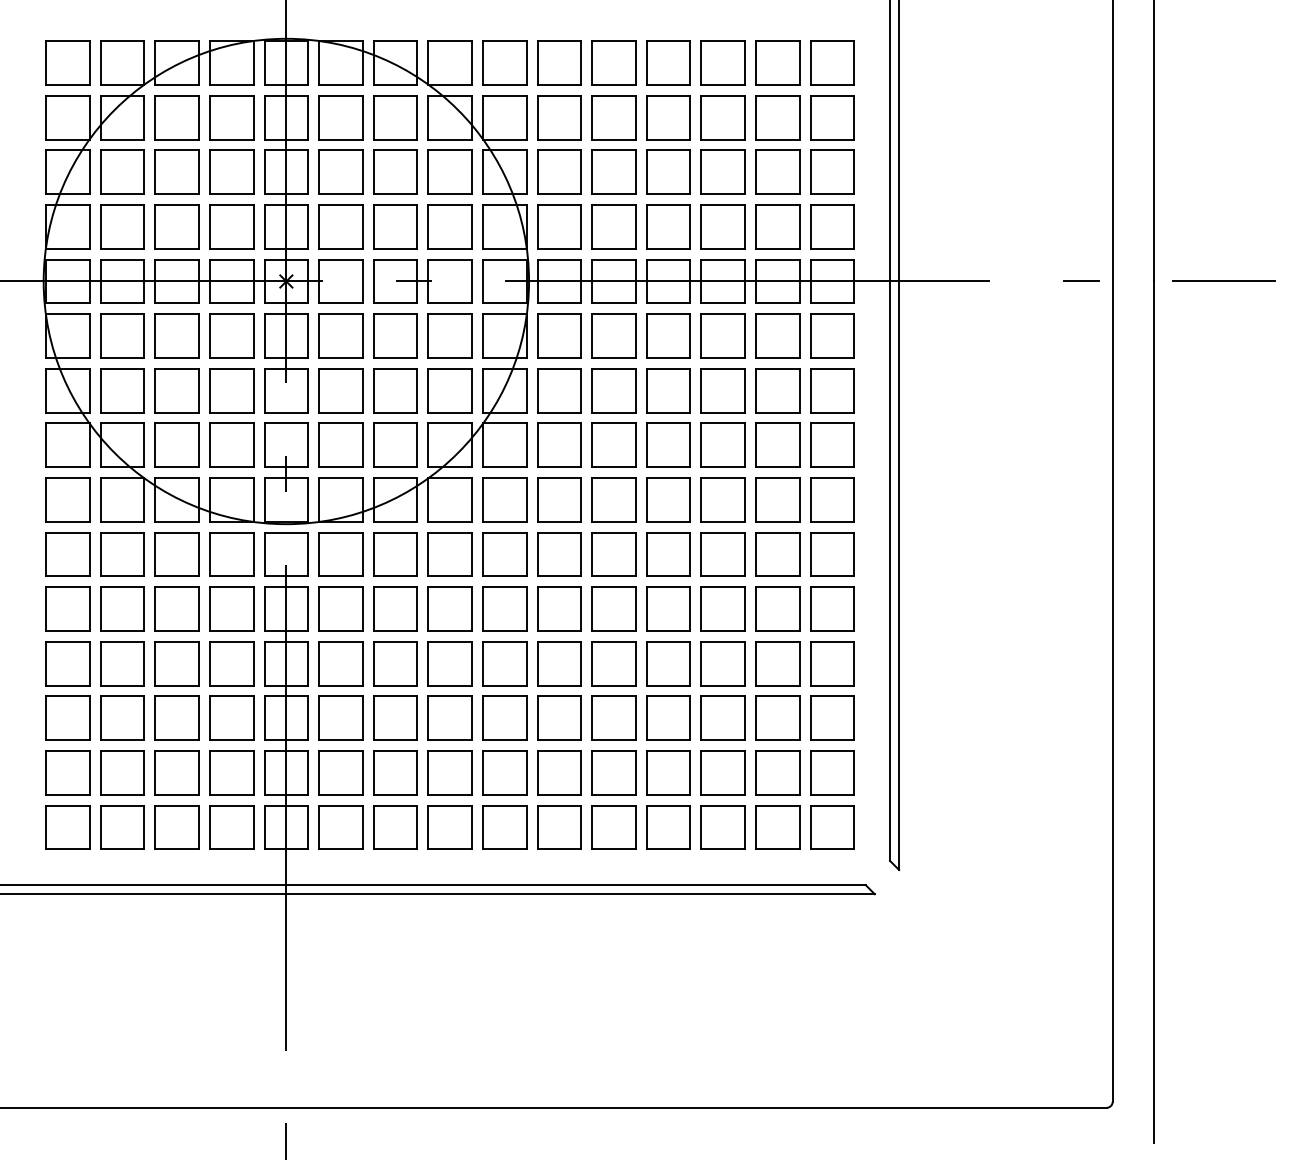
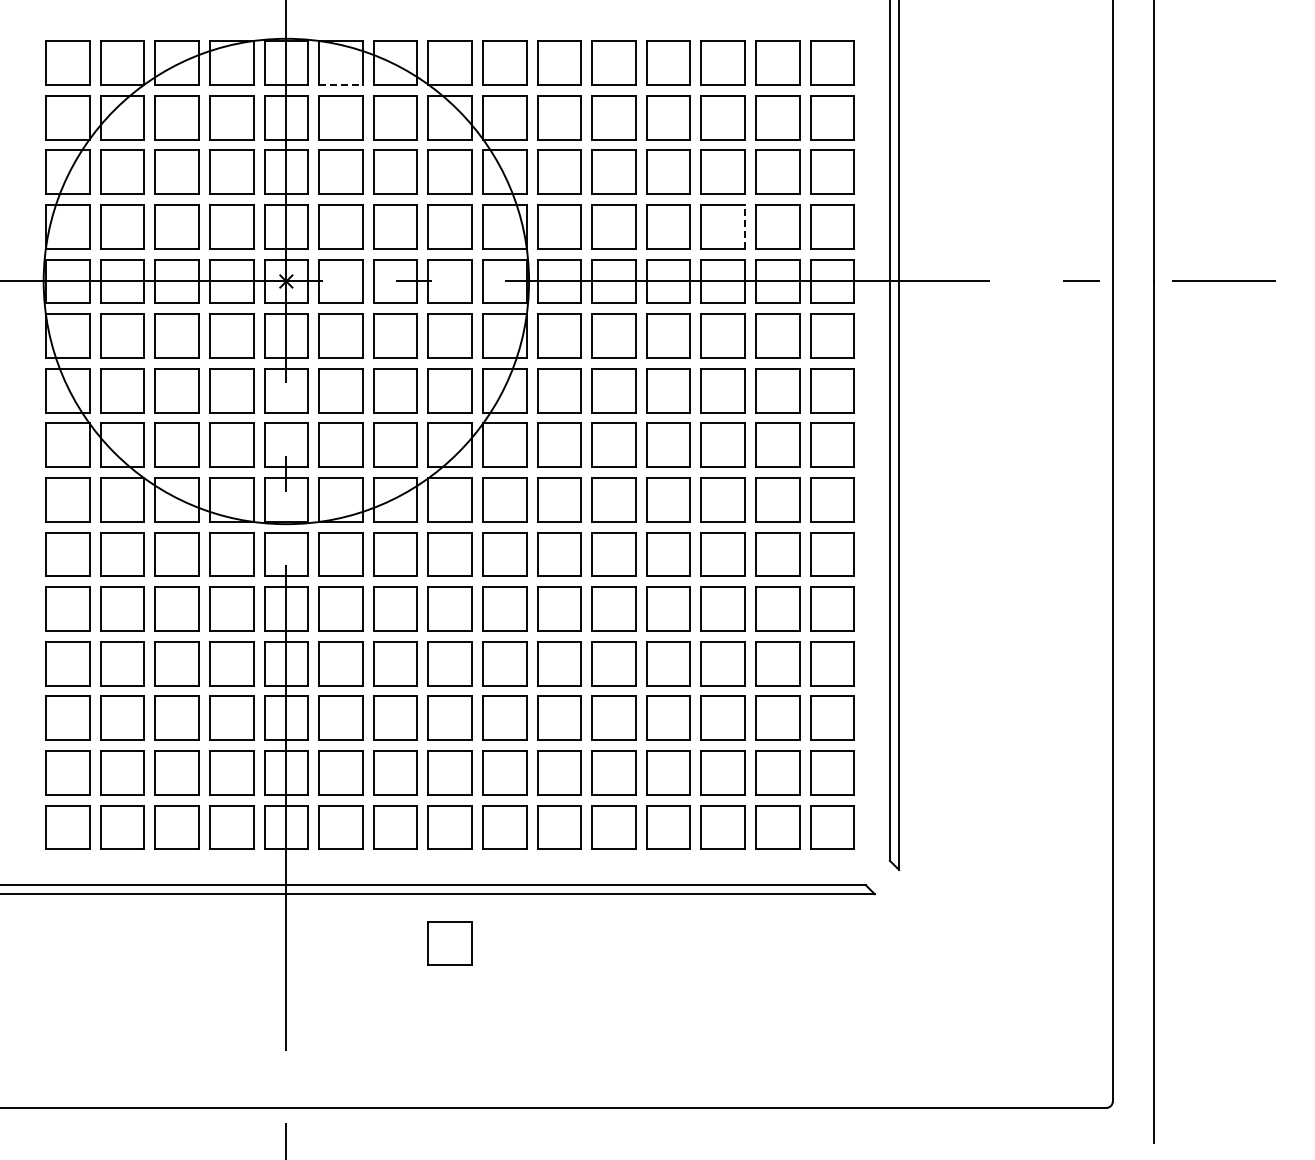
line at (340, 84): solid -> dashed
line at (745, 226): solid -> dashed
part at (449, 943): none -> present
